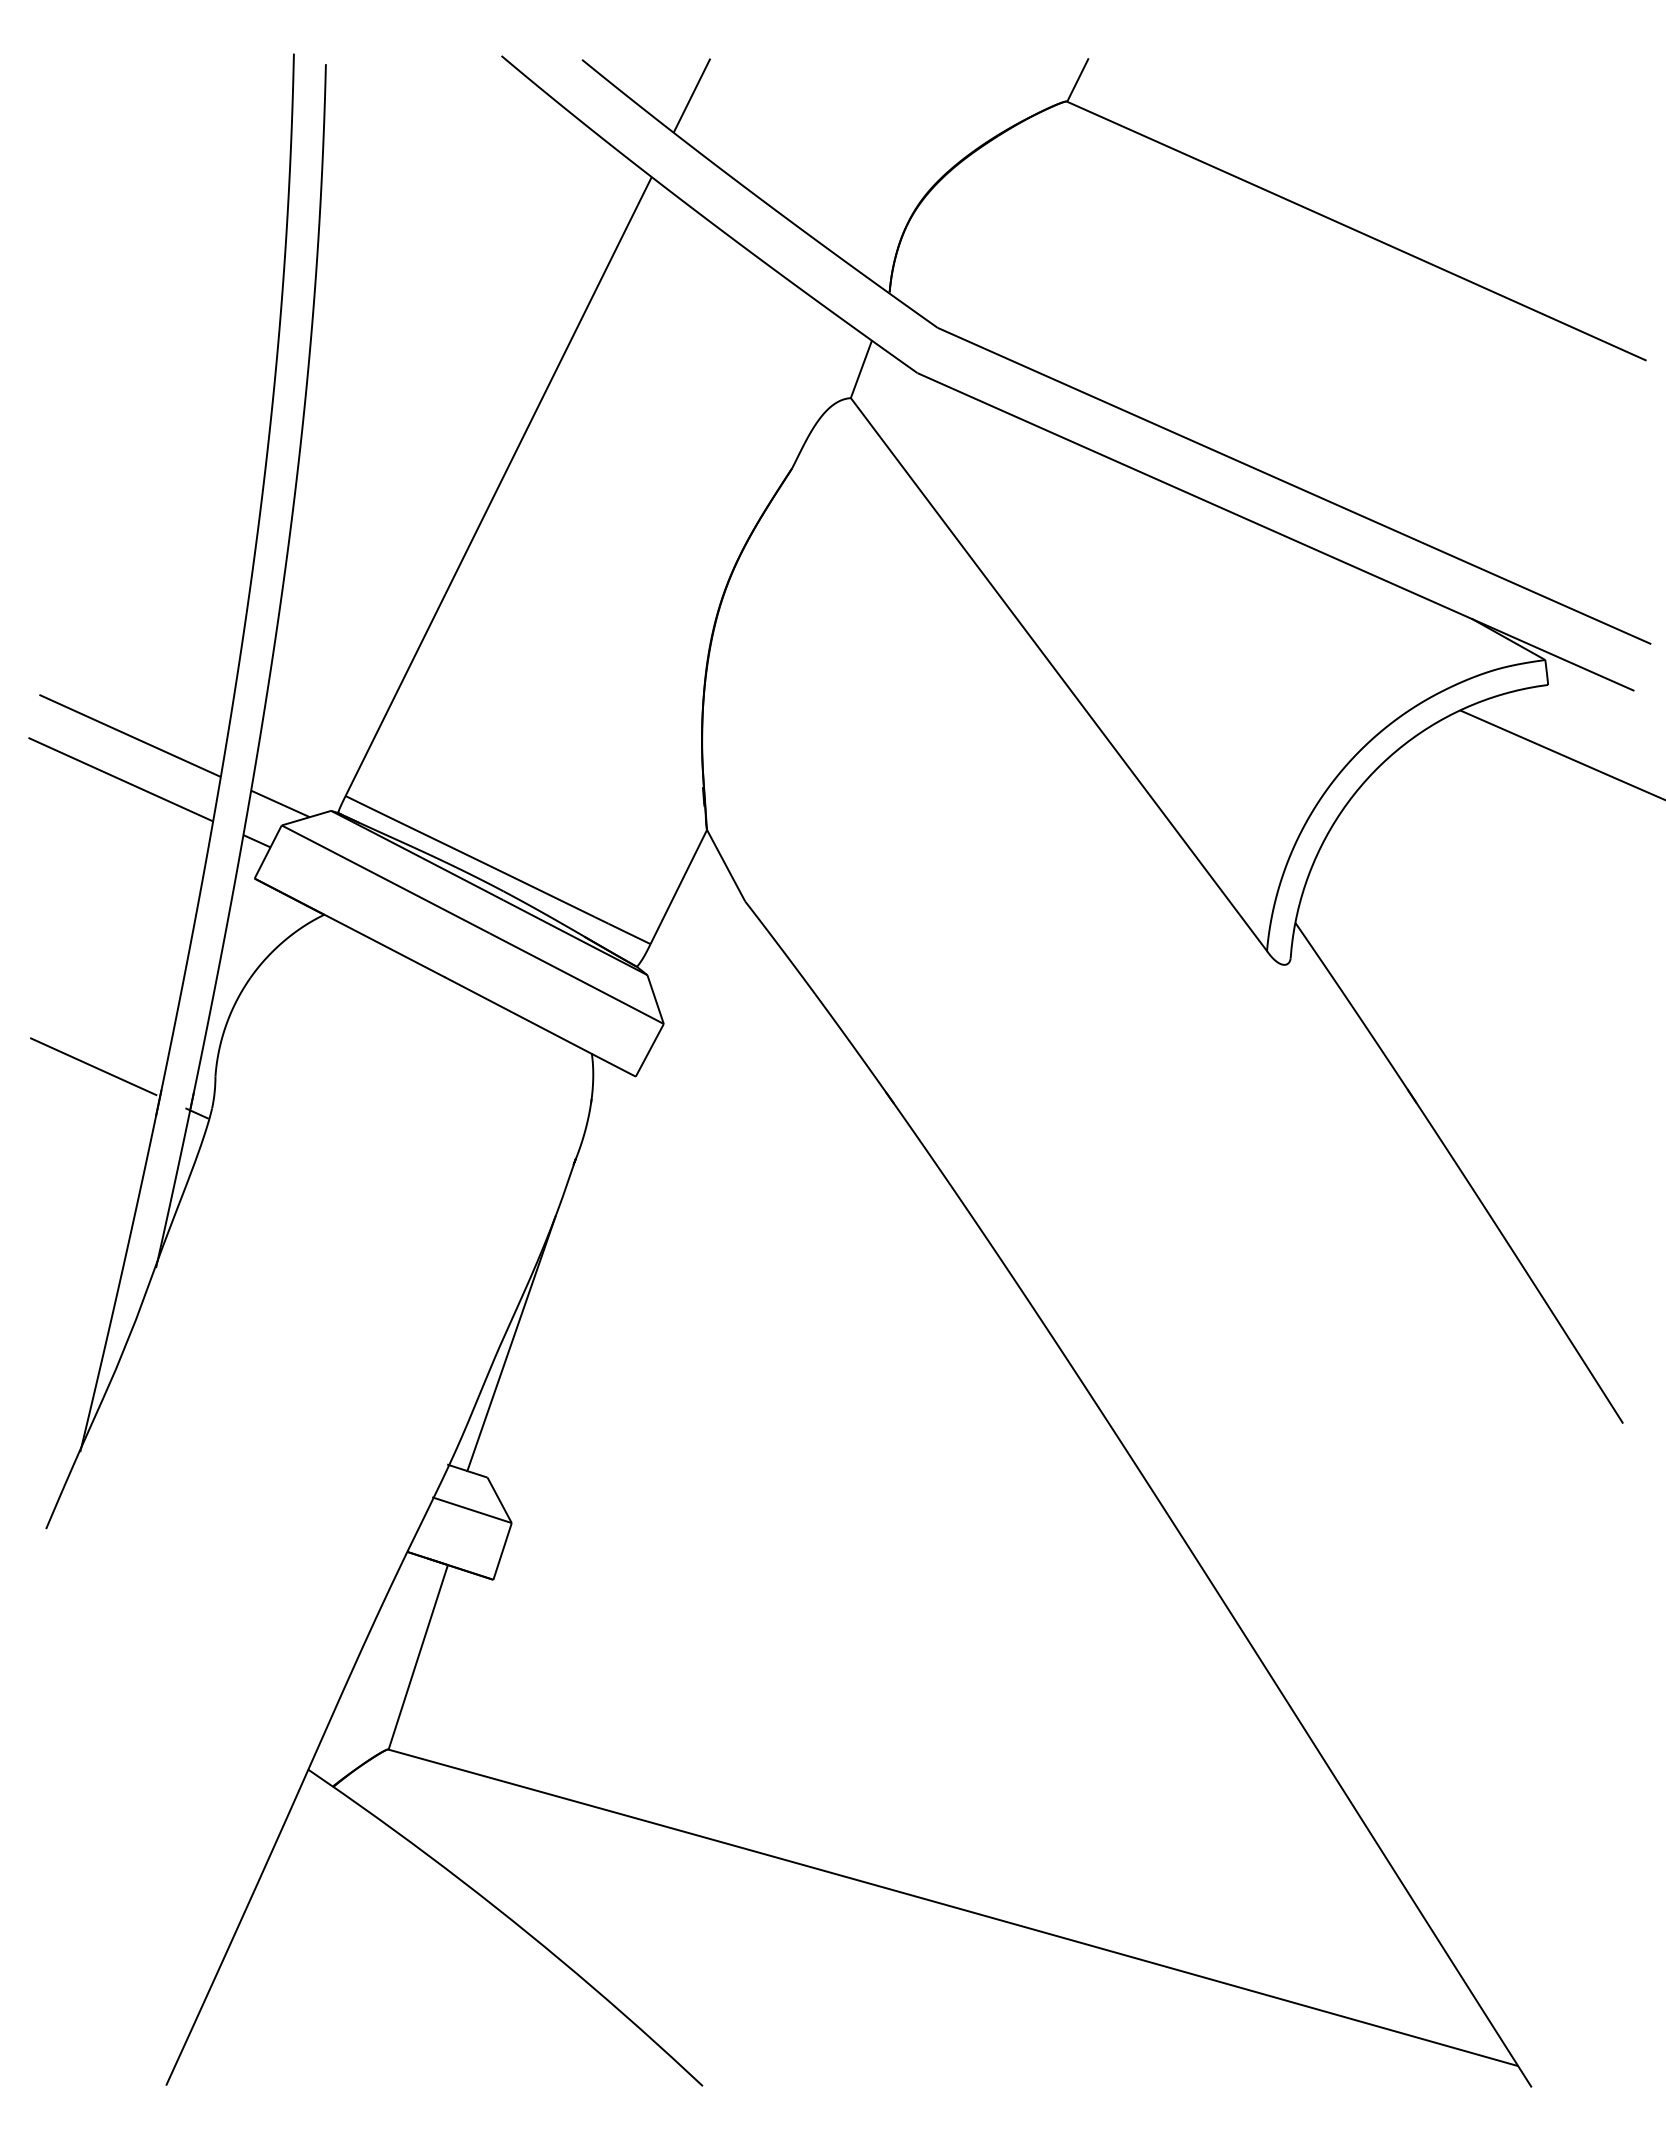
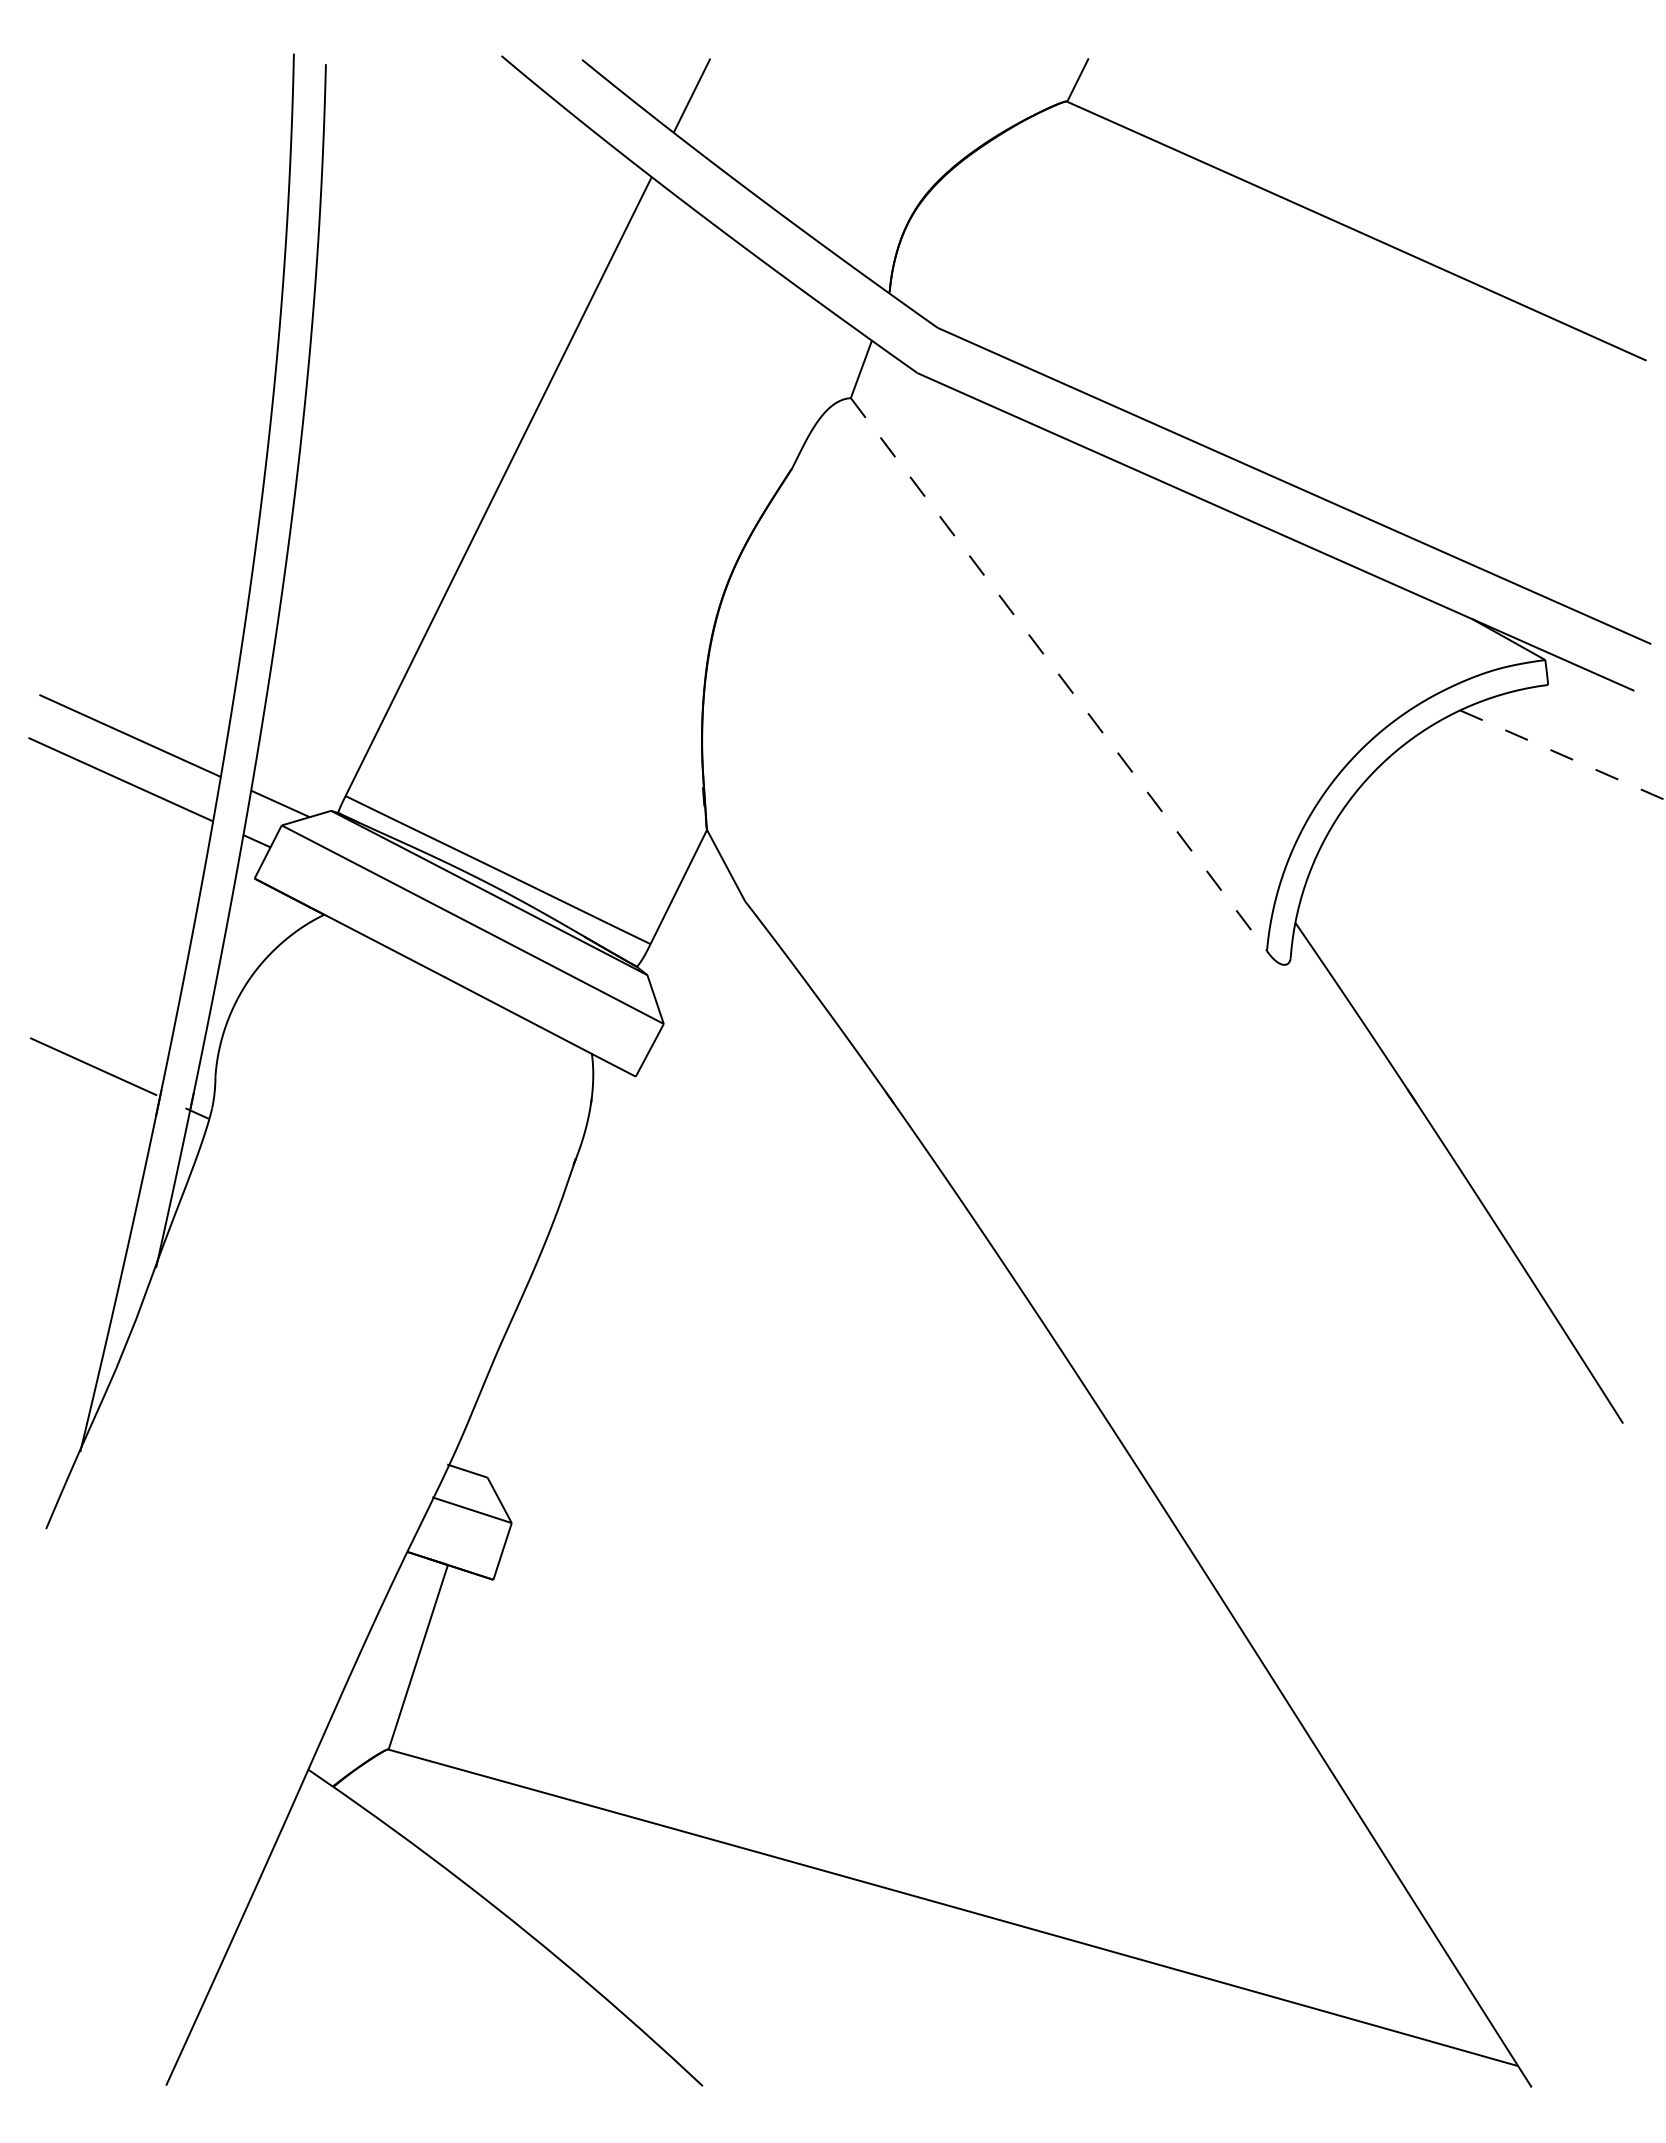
line at (1059, 674): solid -> dashed
line at (1563, 755): solid -> dashed
line at (511, 1343): present -> none
